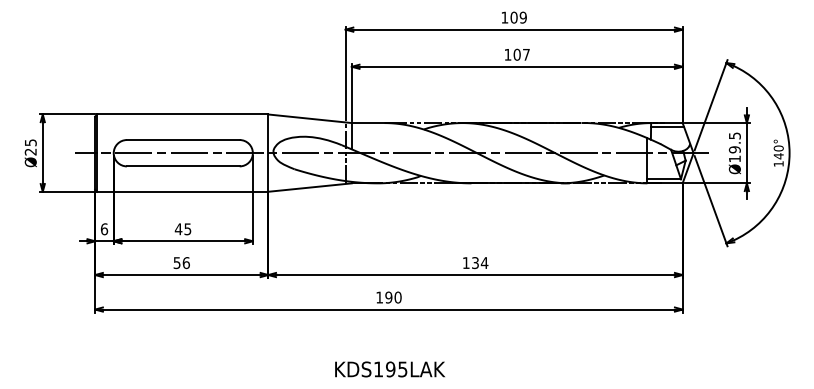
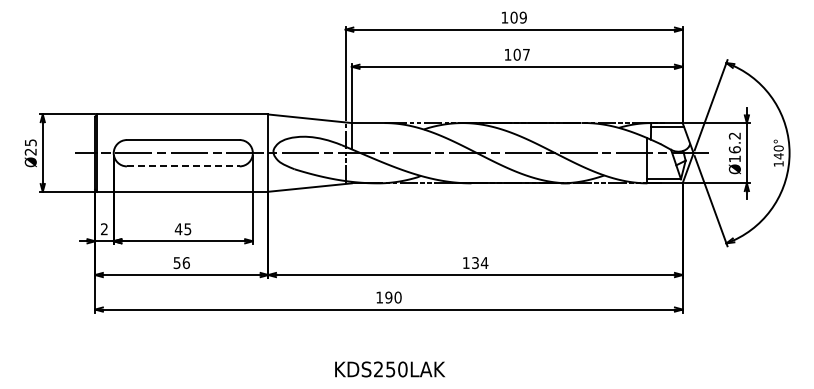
text at (734, 142): Ø19.5 -> Ø16.2
line at (183, 166): solid -> dashed
text at (104, 229): 6 -> 2
text at (390, 369): KDS195LAK -> KDS250LAK
